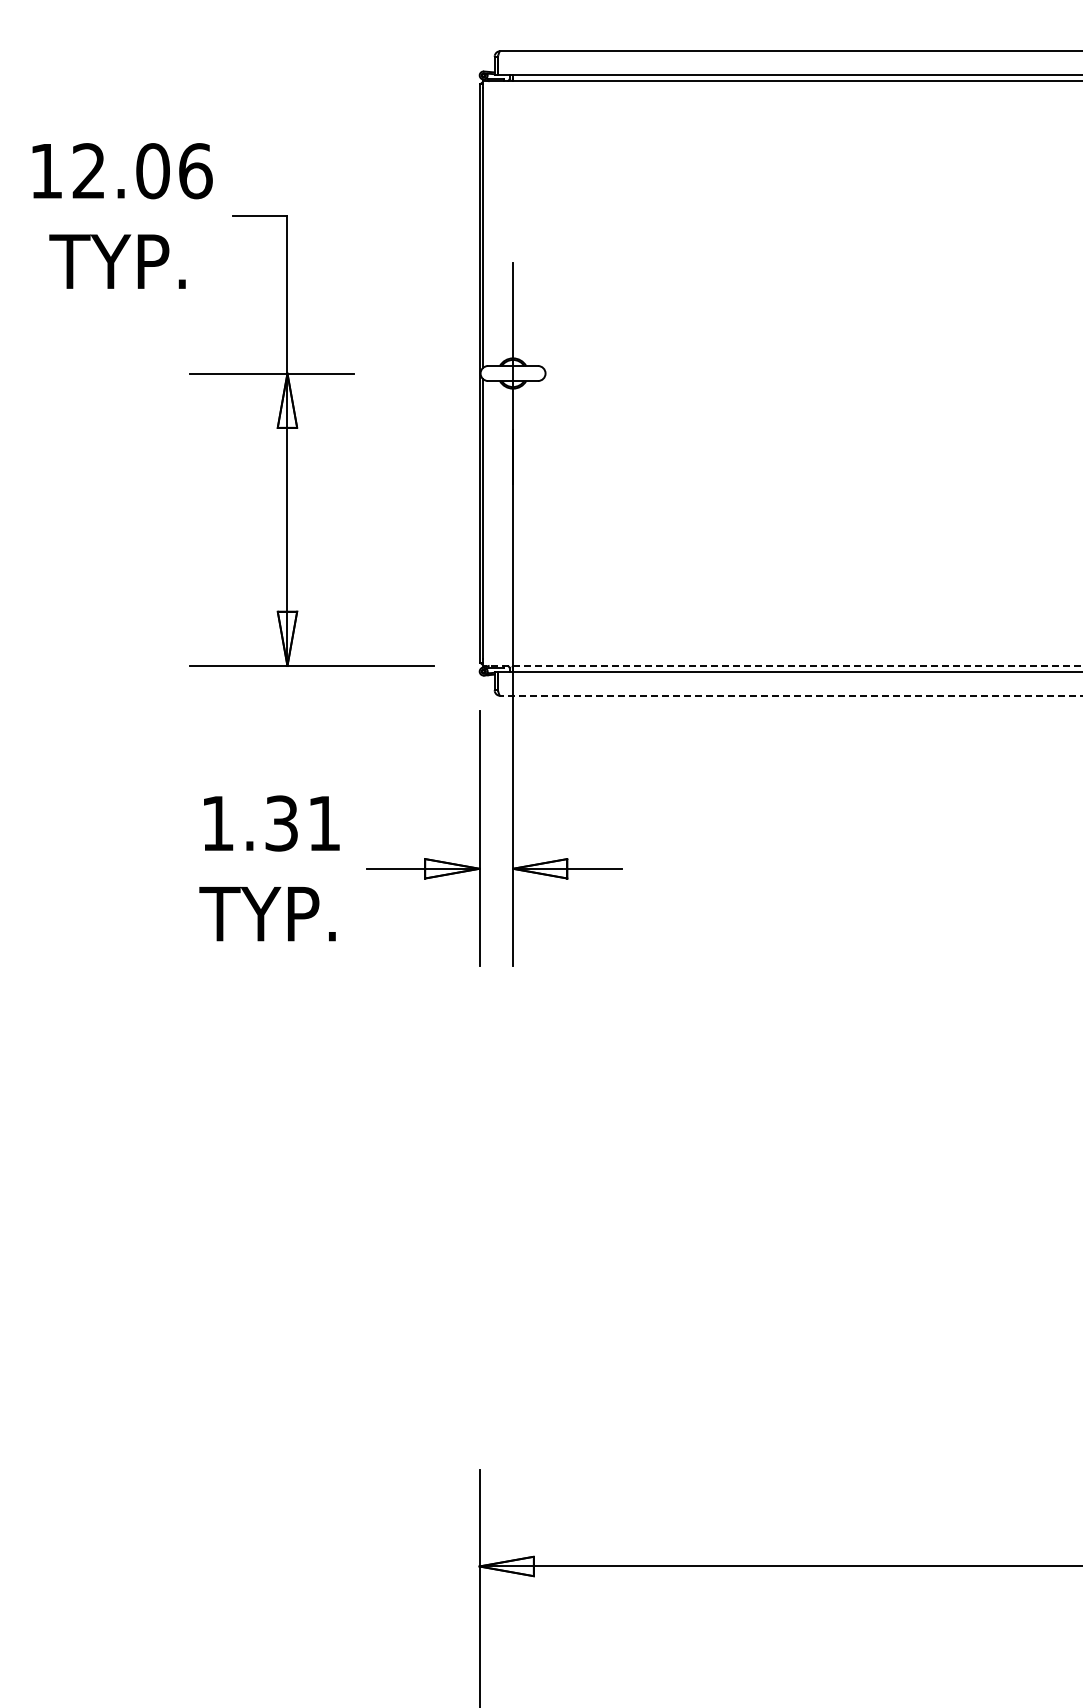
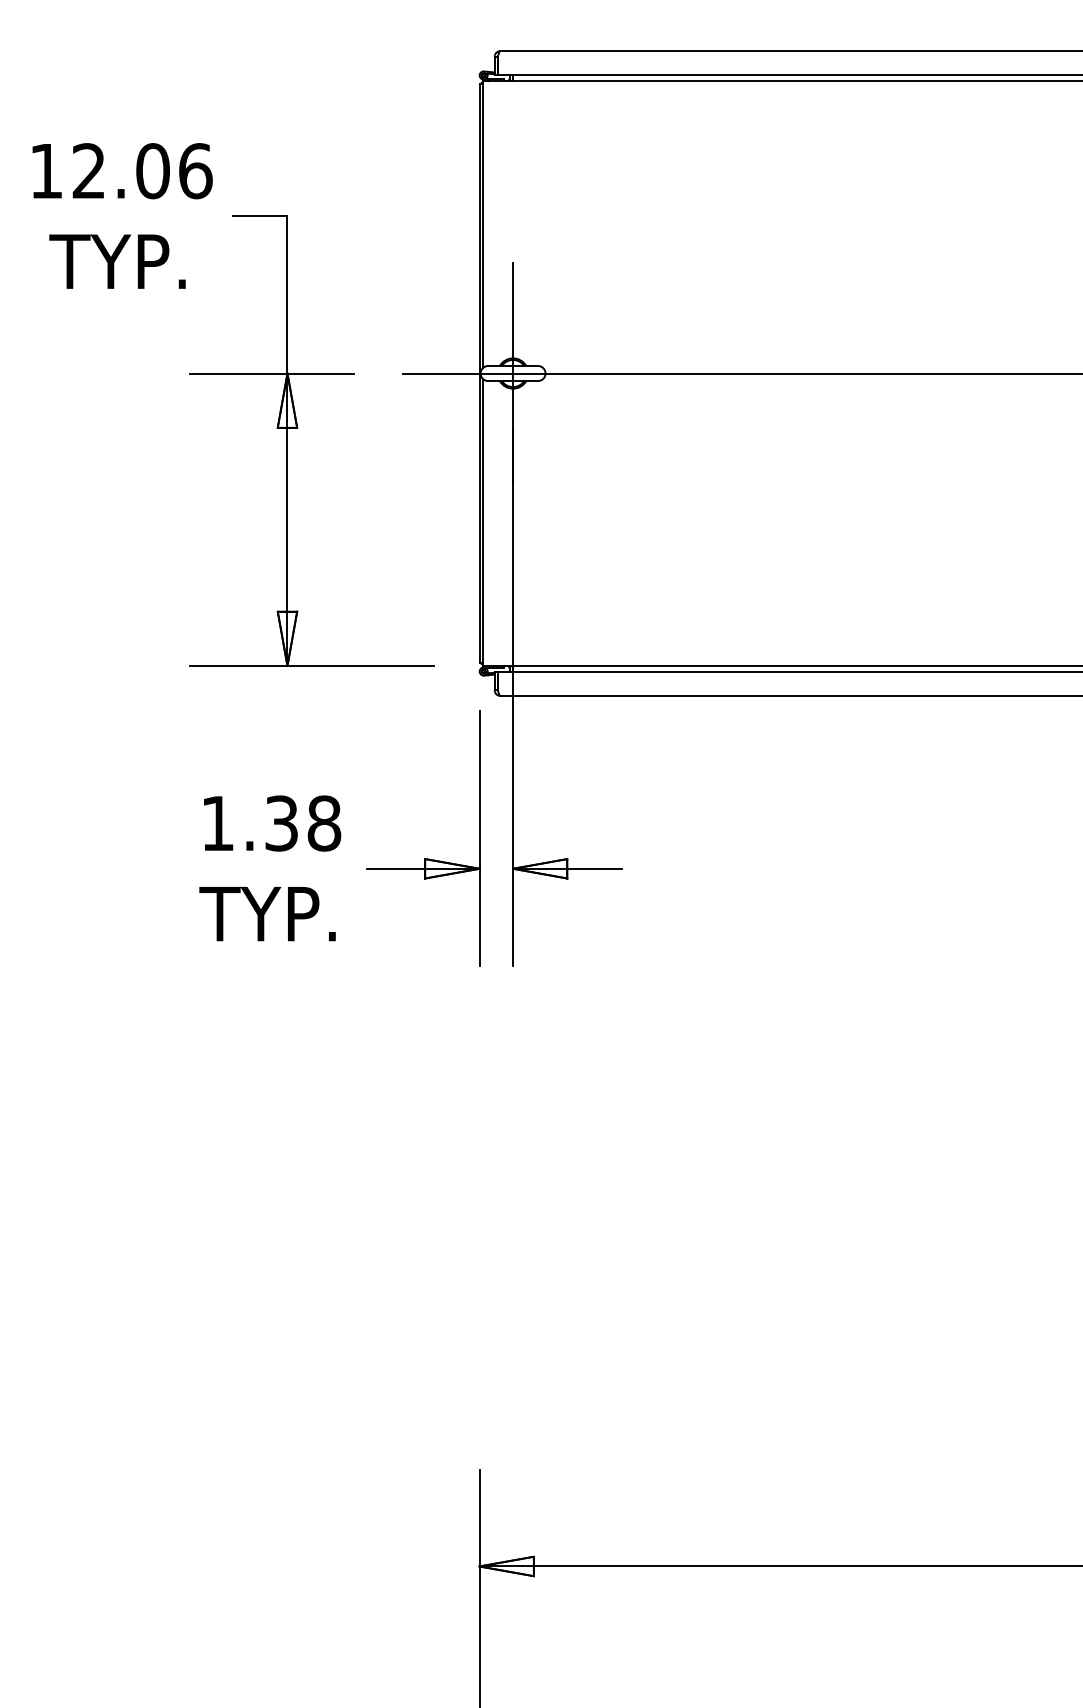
line at (740, 373): none -> present
line at (782, 666): dashed -> solid
line at (791, 695): dashed -> solid
text at (324, 823): 1.31 -> 1.38
